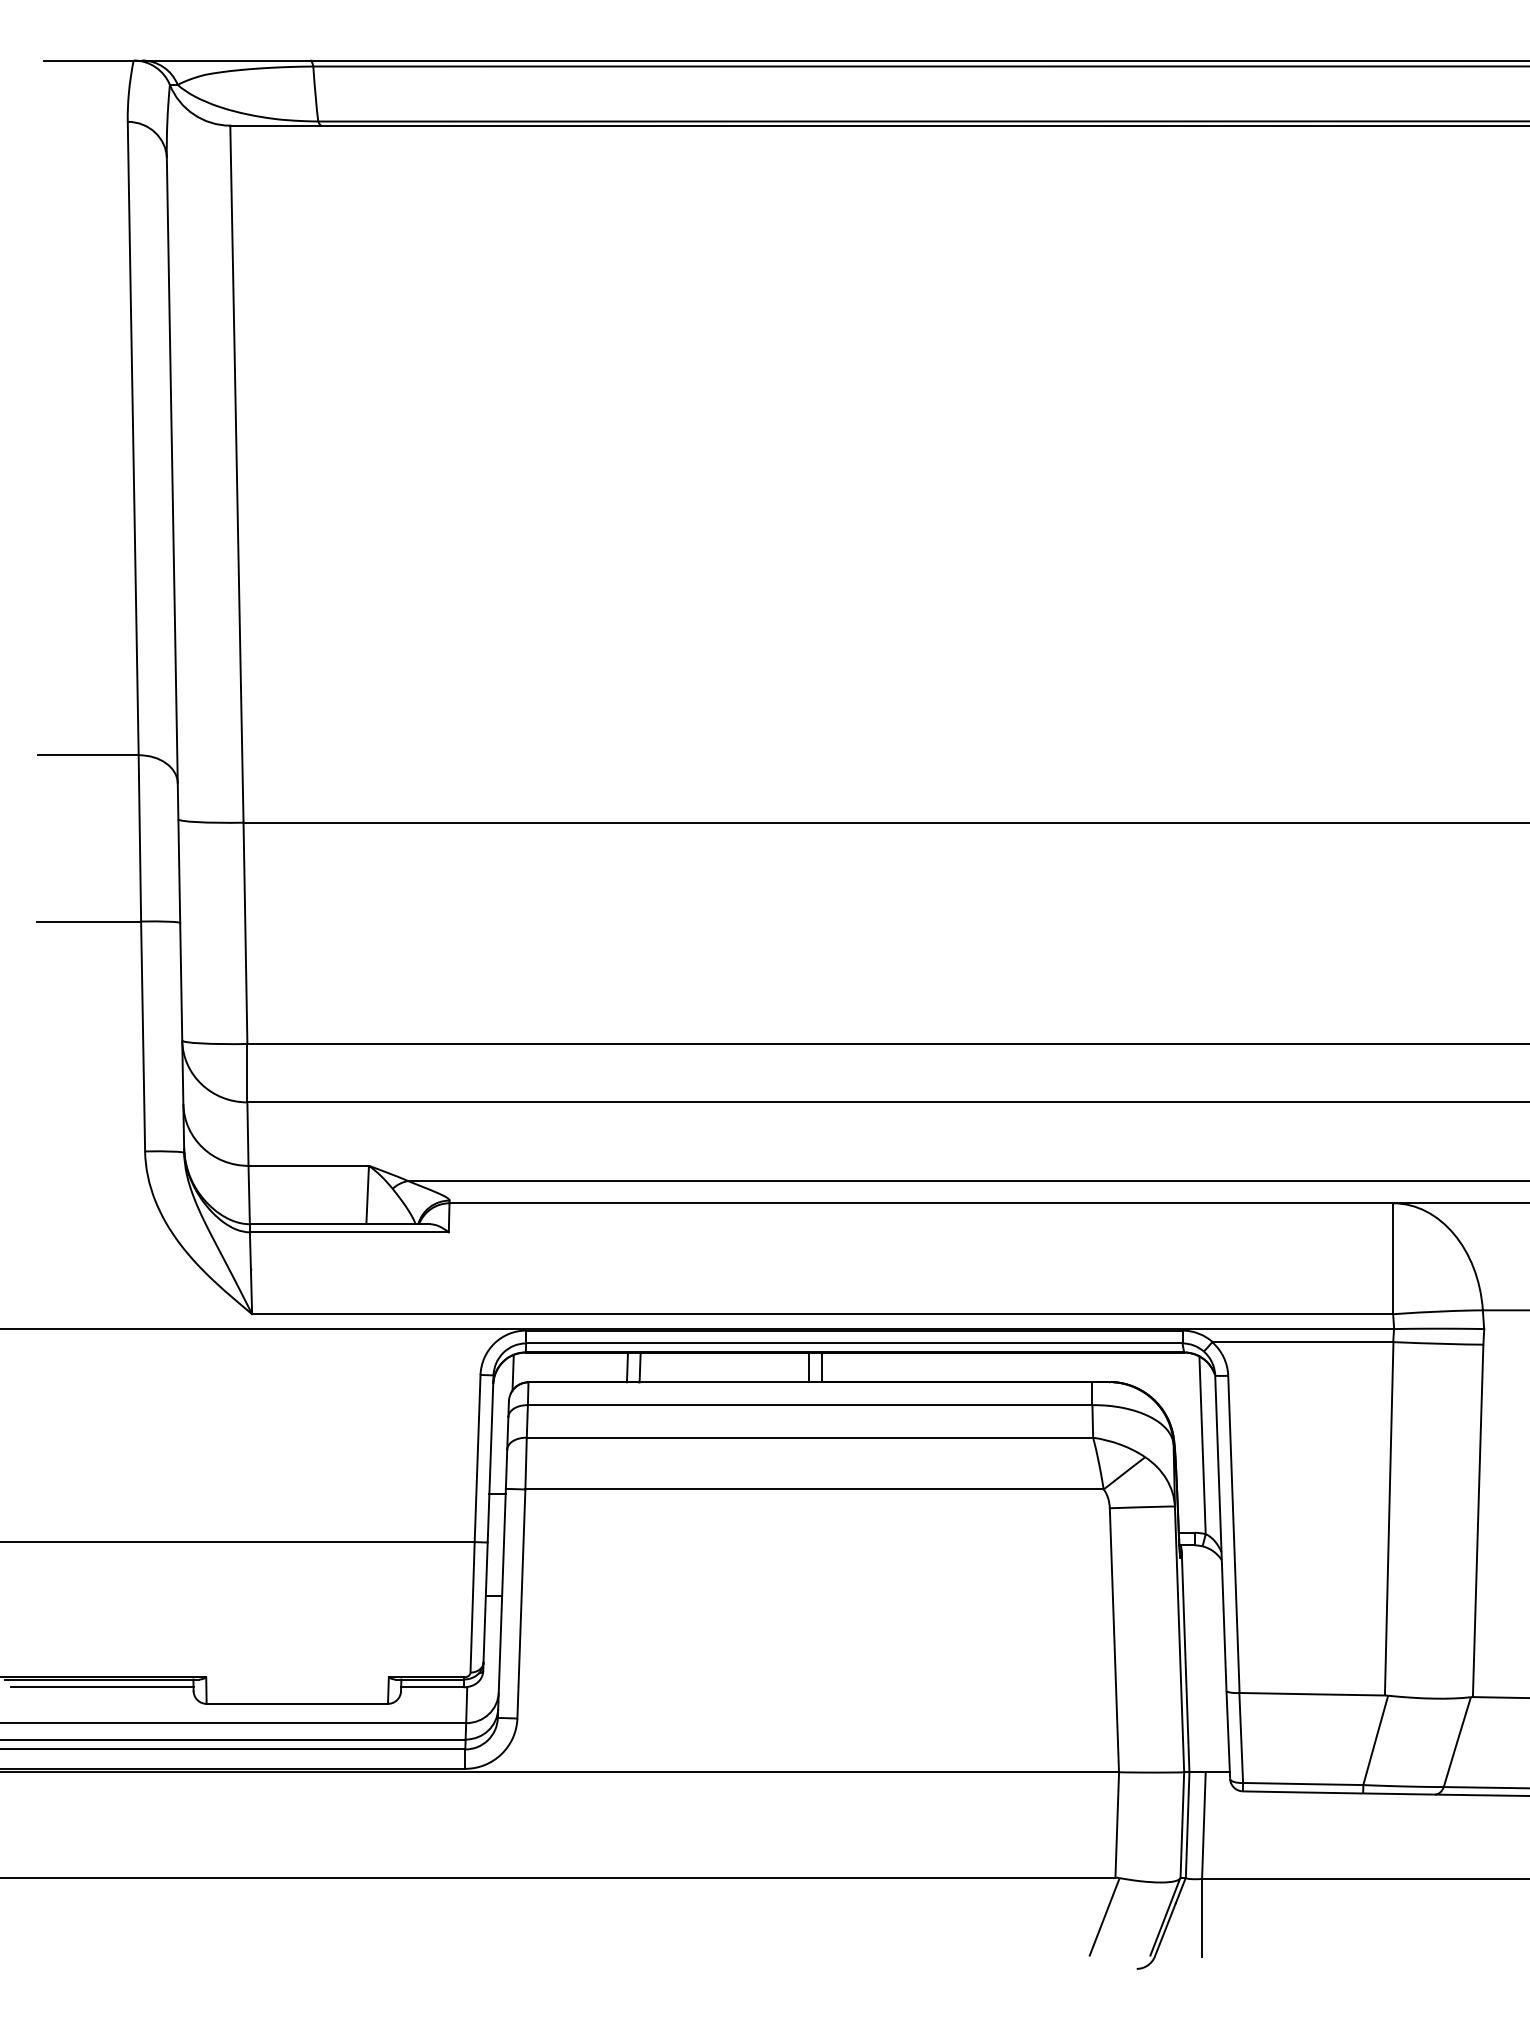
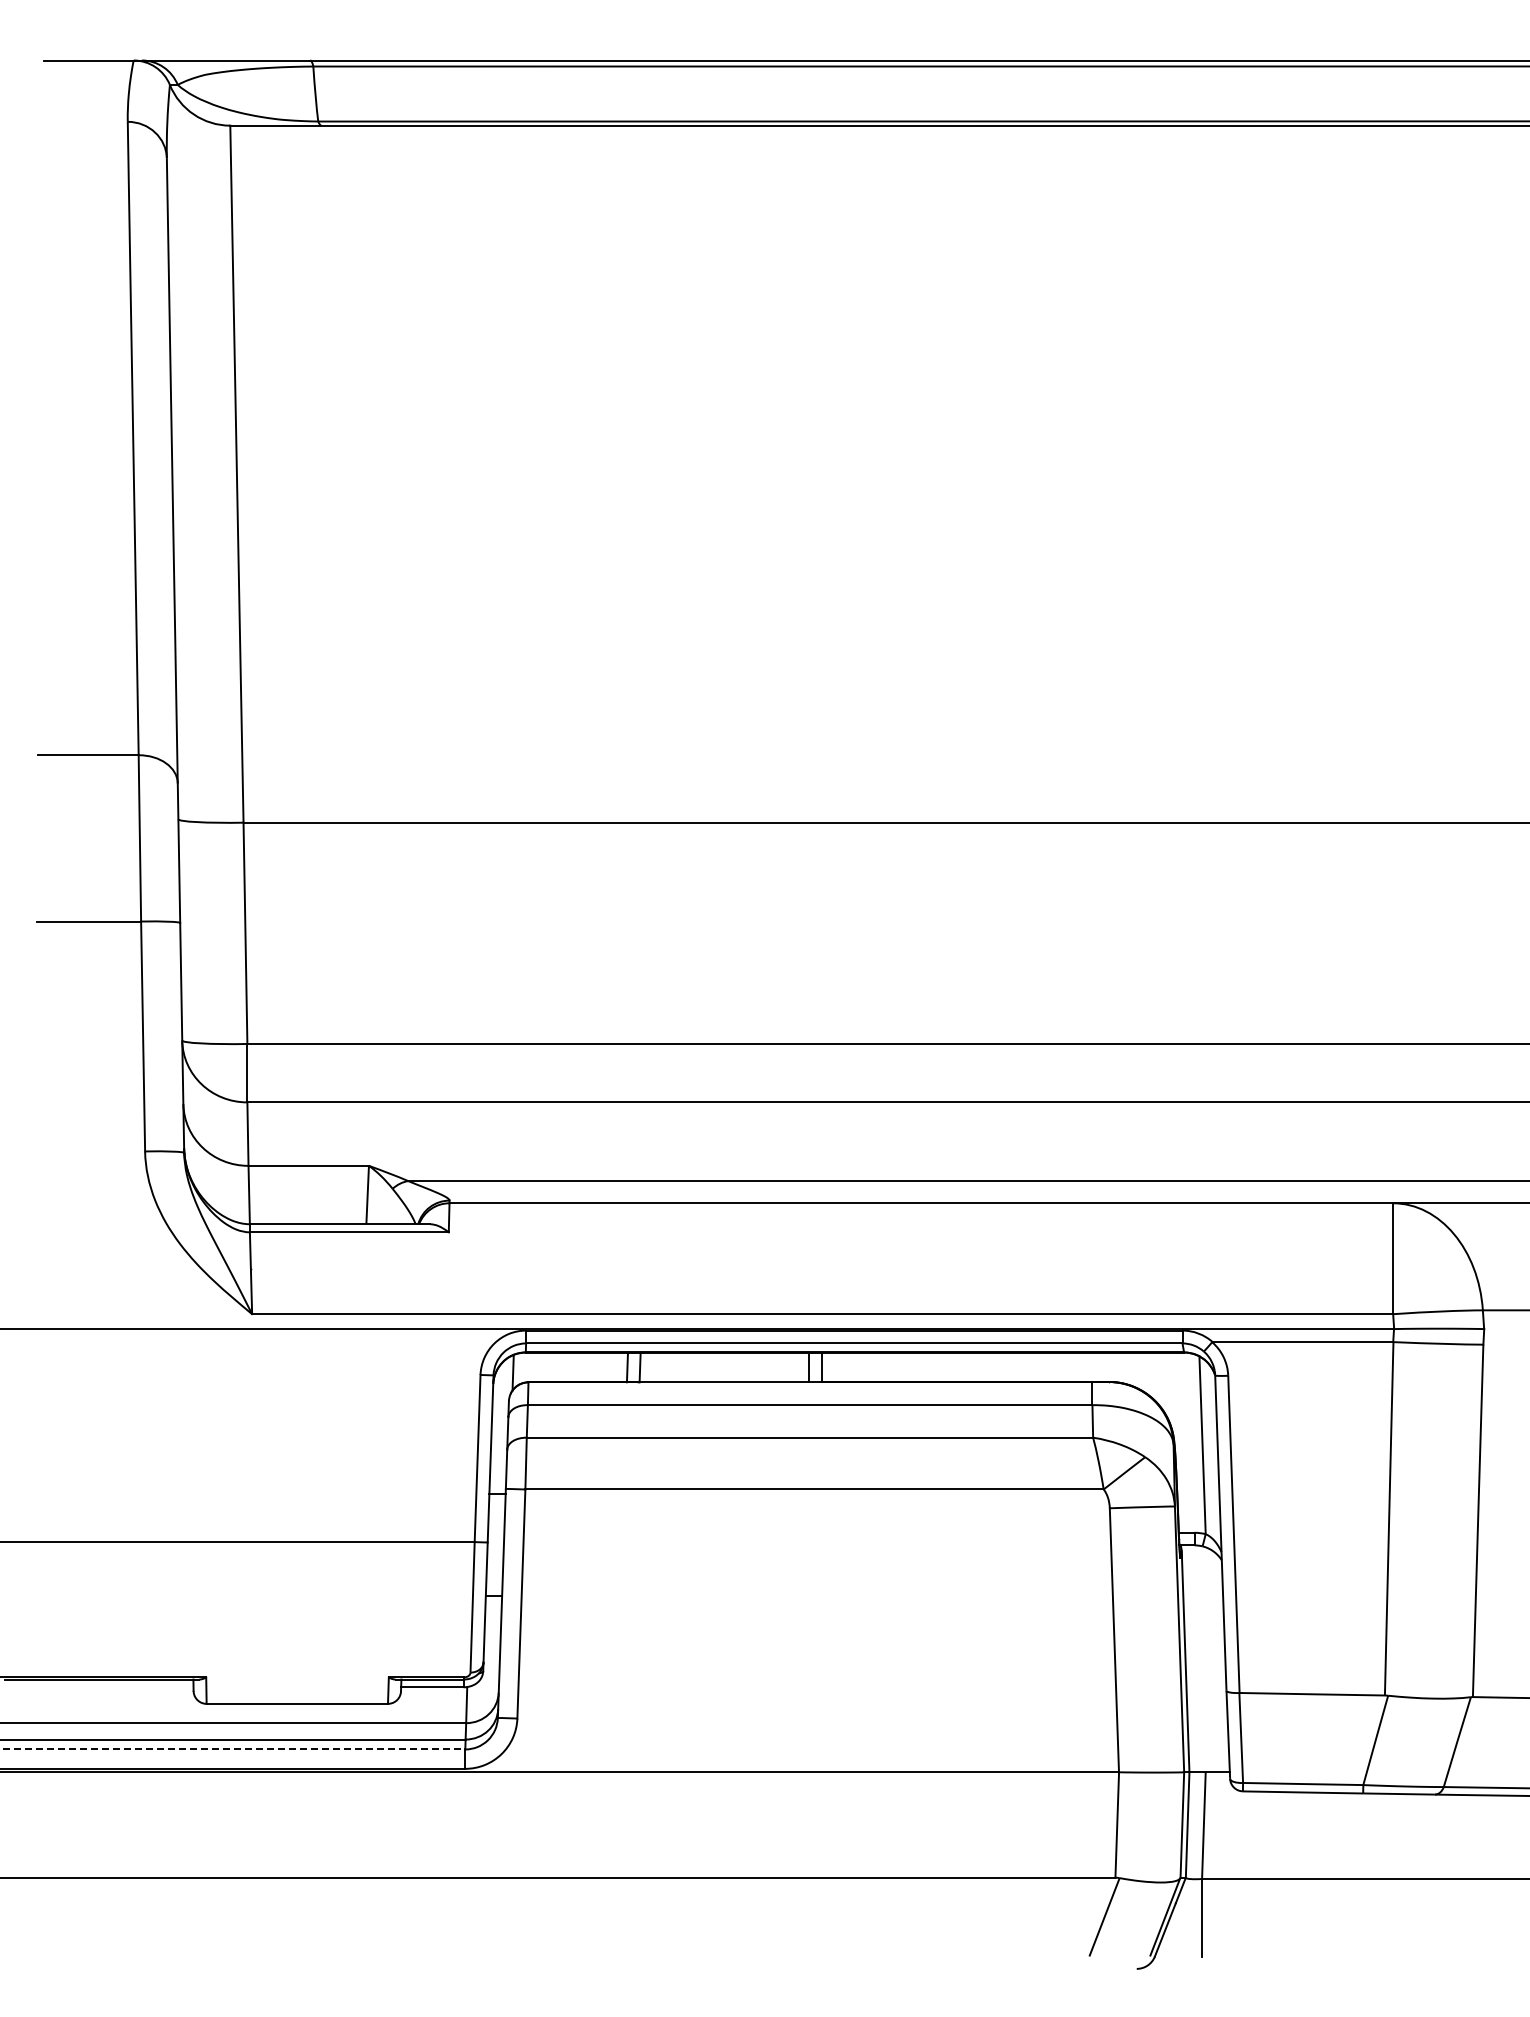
line at (101, 1687): present -> none
line at (233, 1749): solid -> dashed
